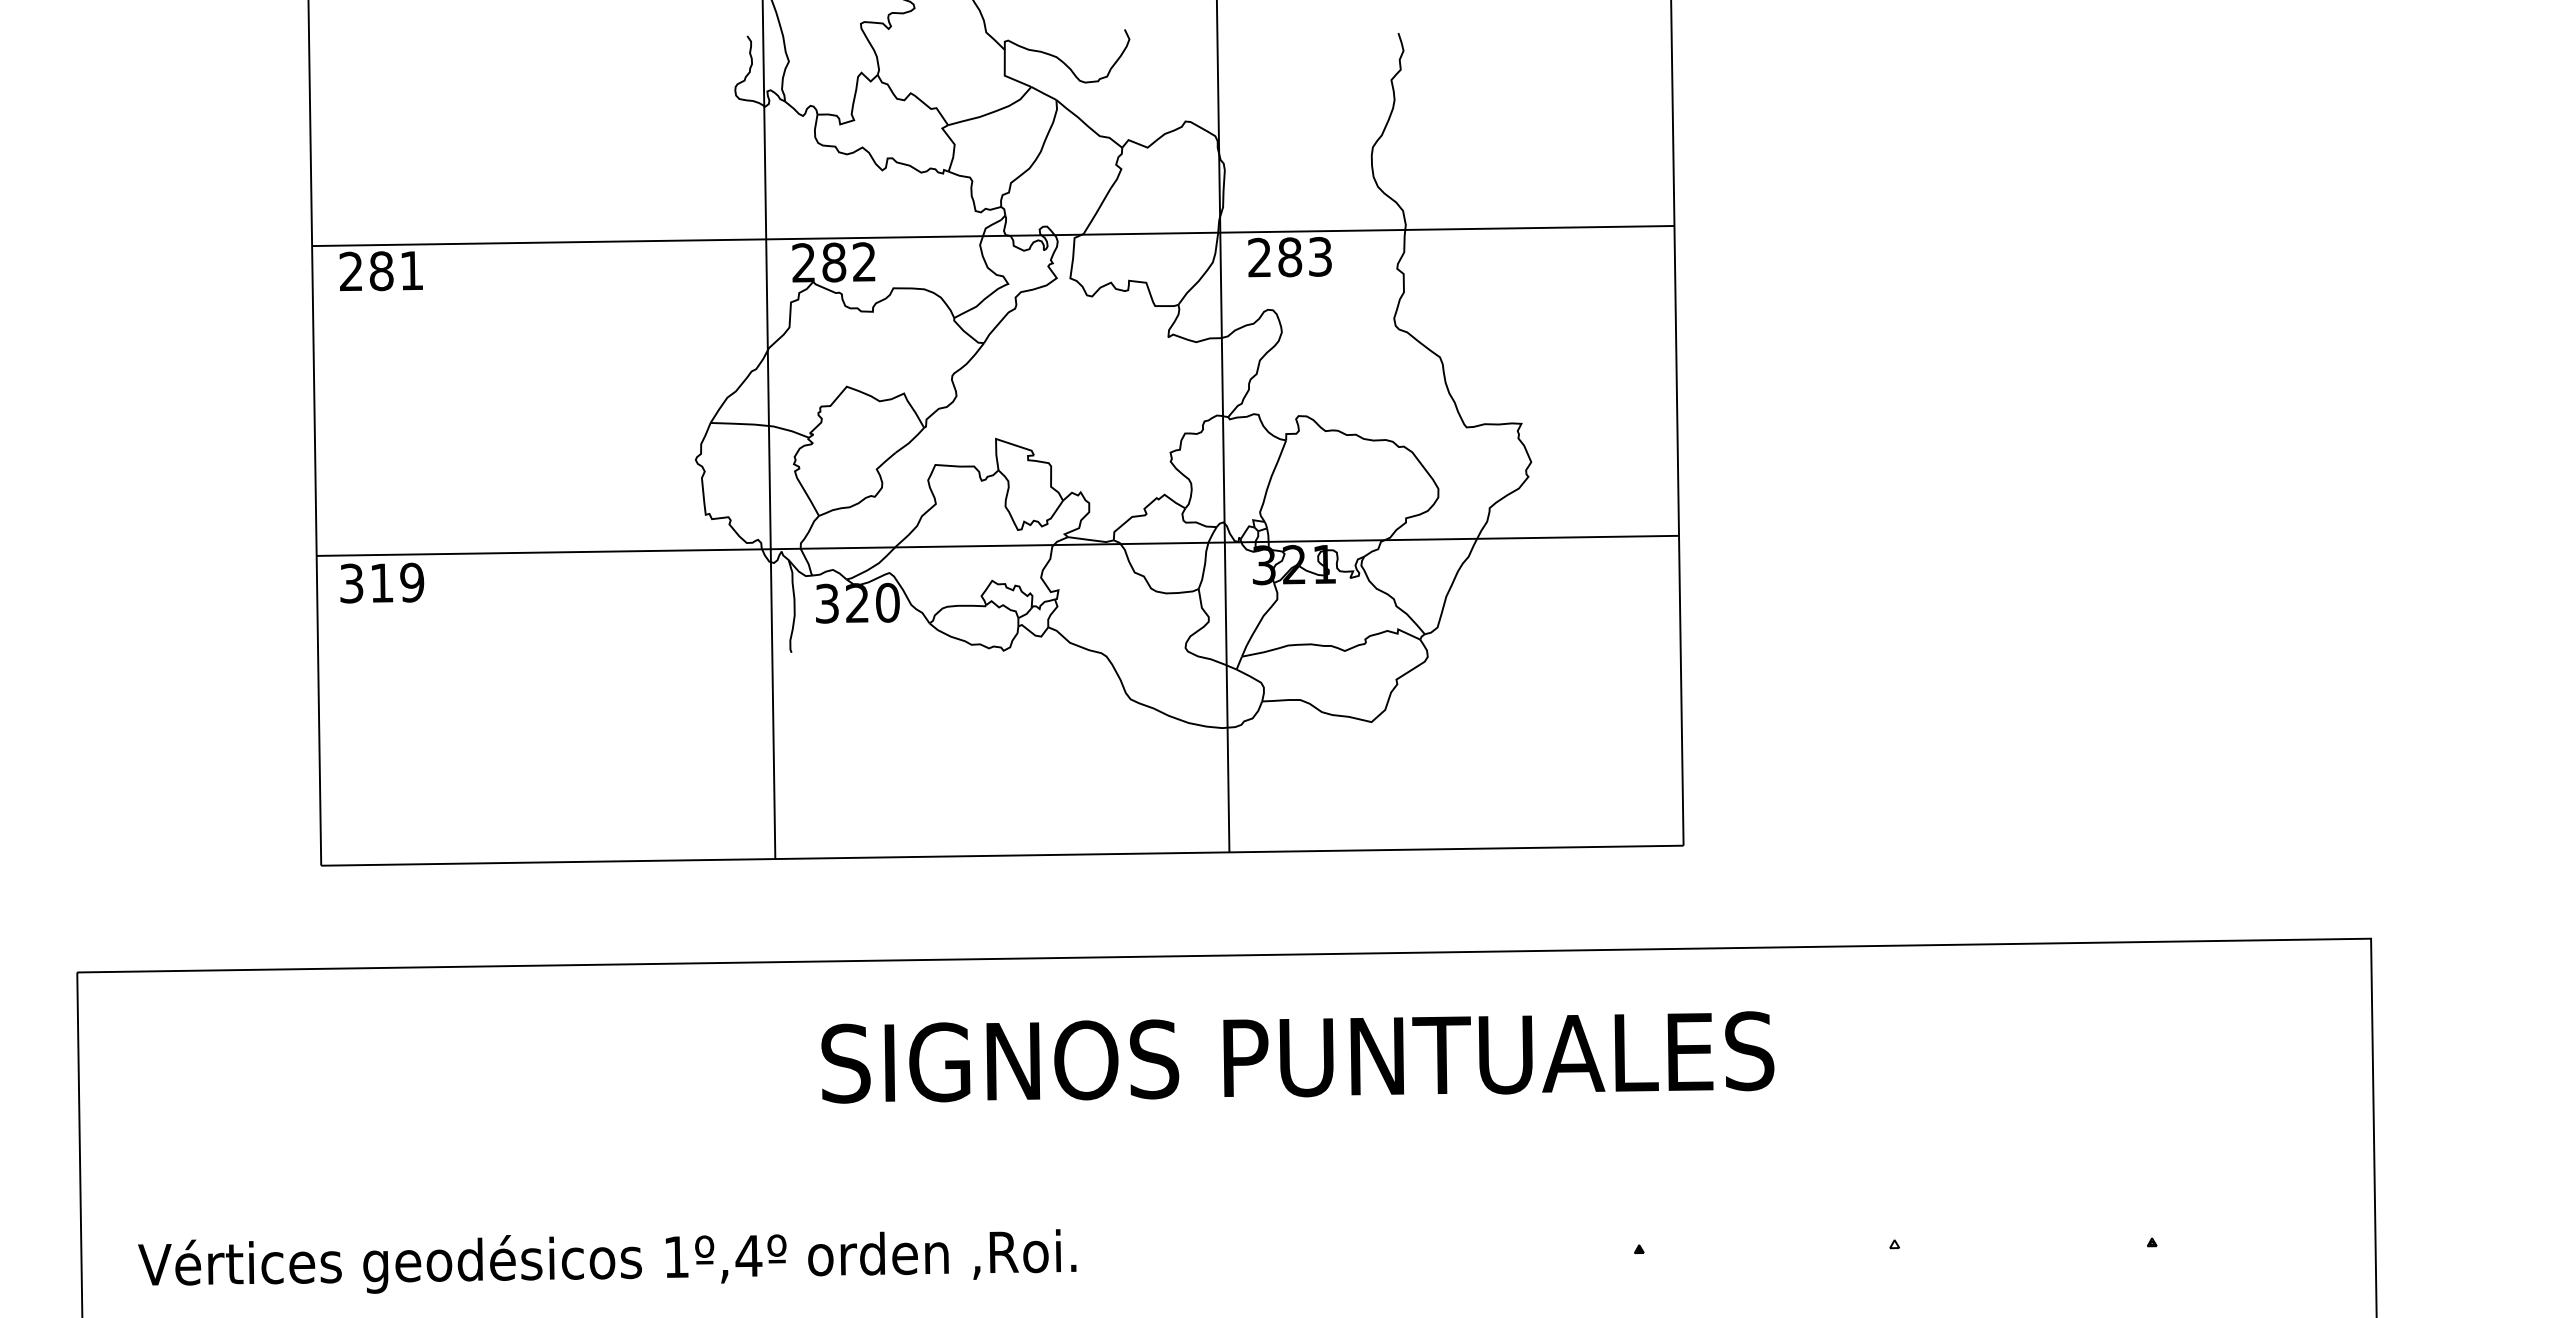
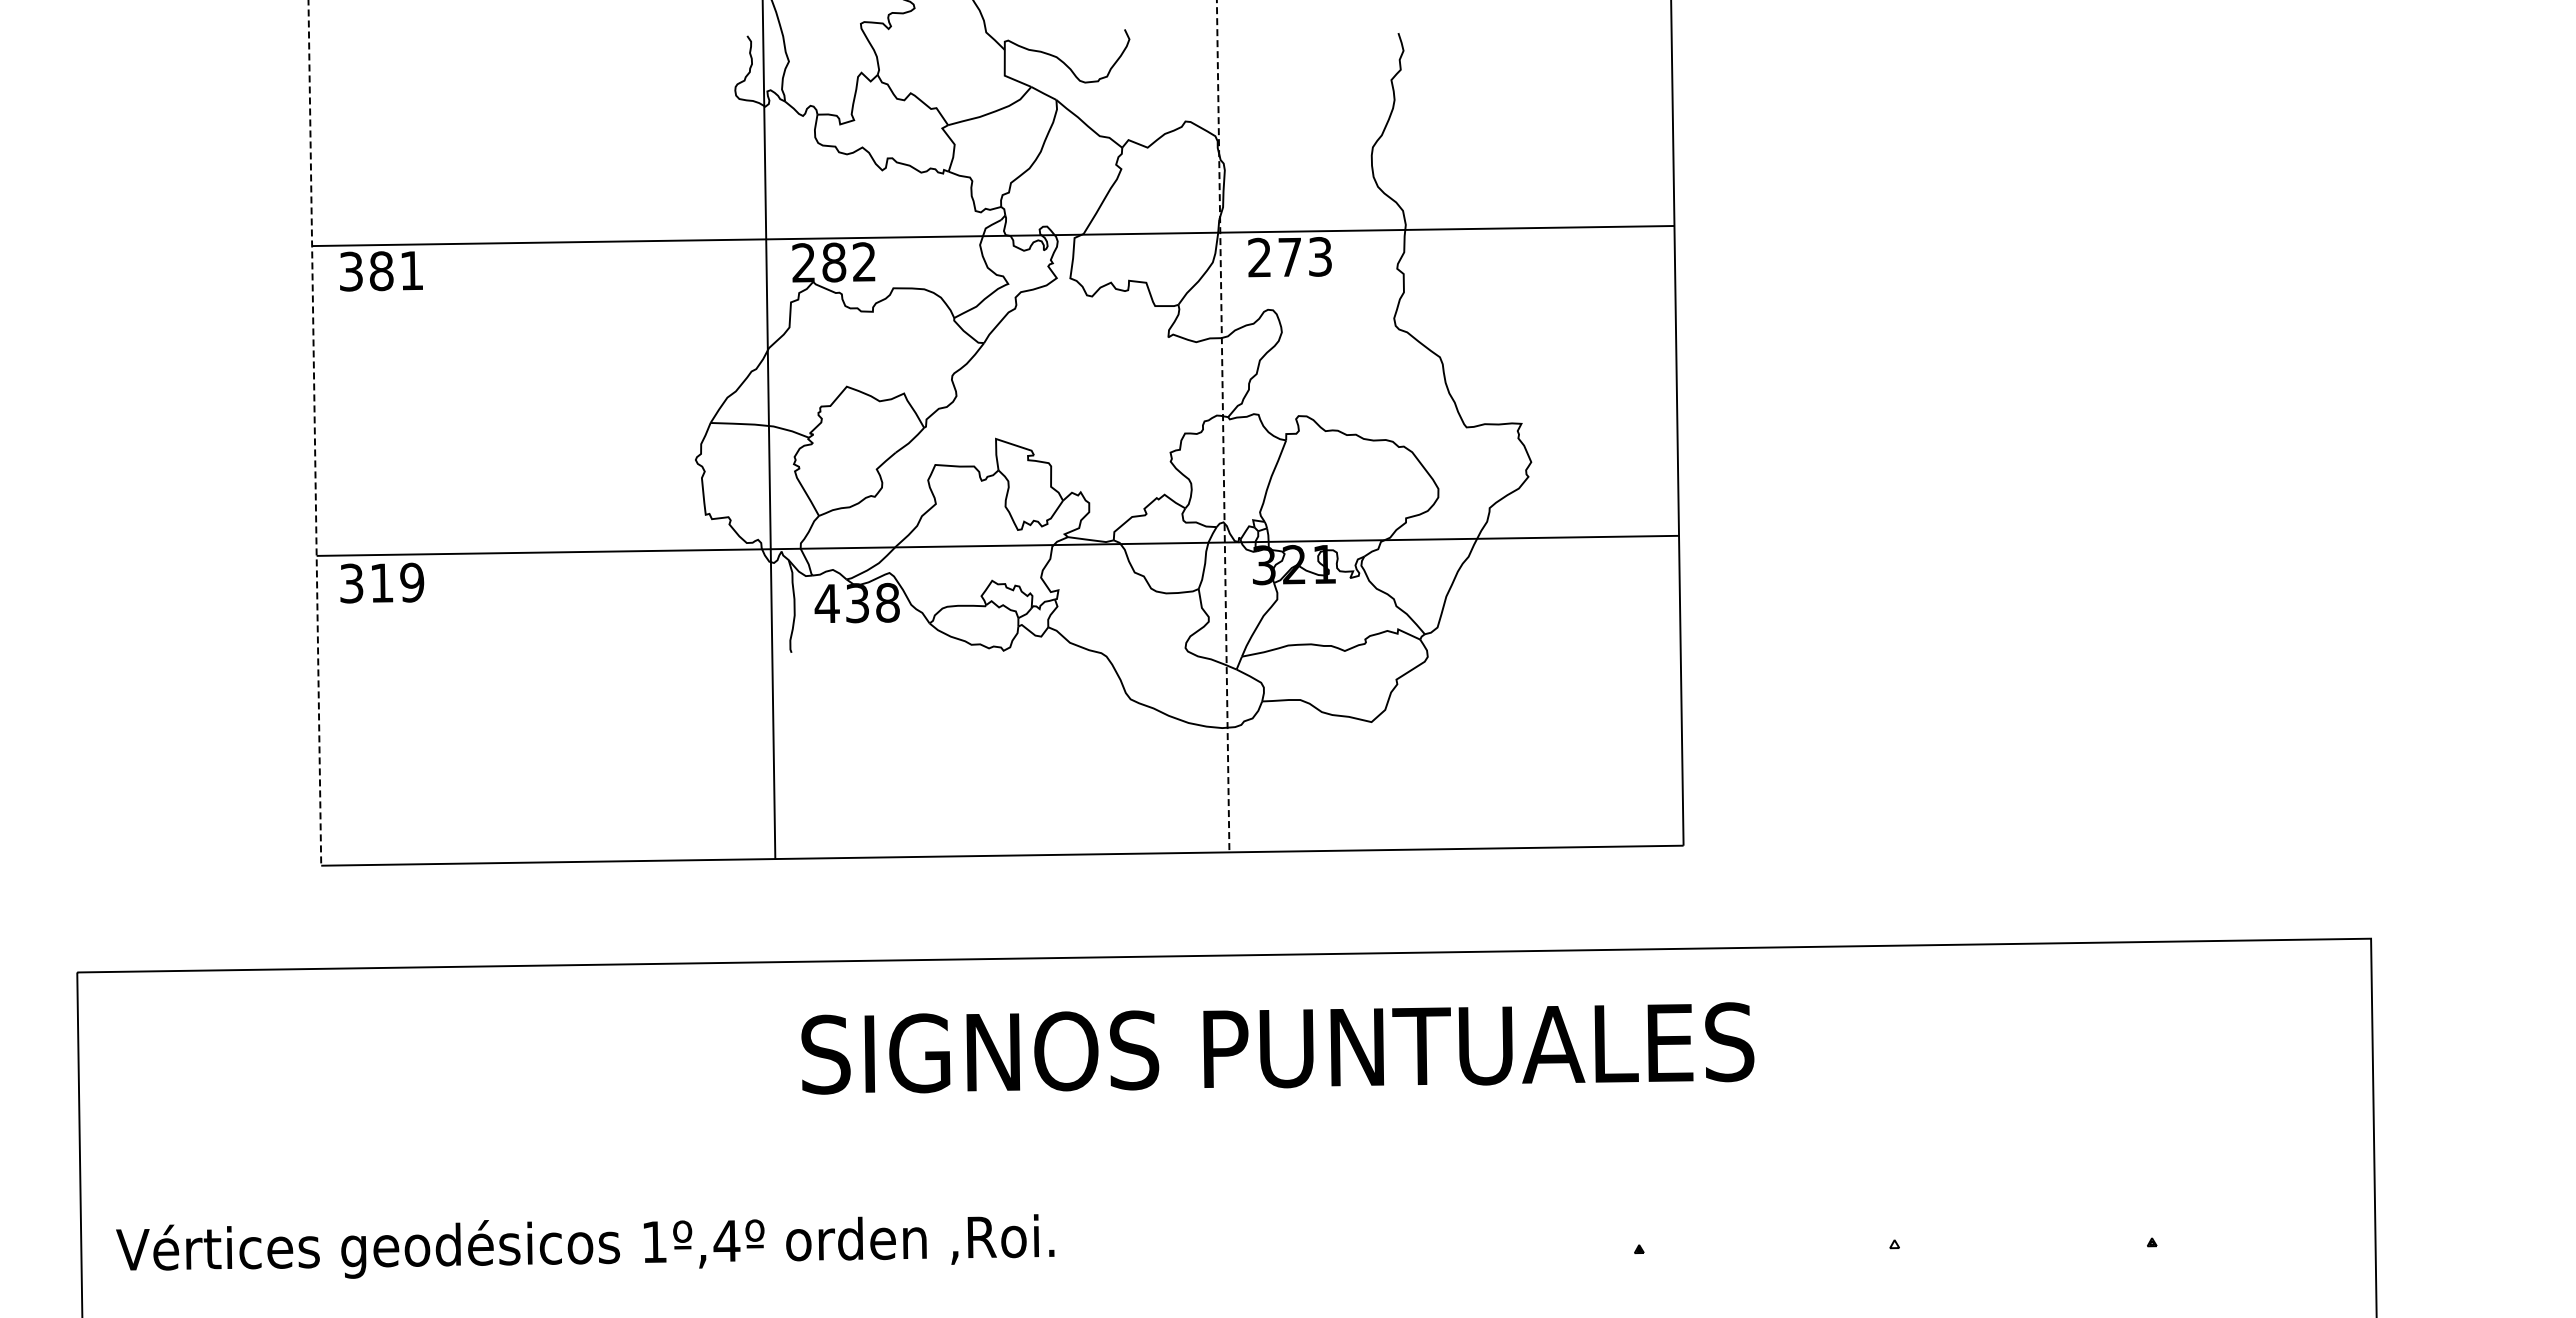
text at (1290, 257): 283 -> 273
text at (350, 271): 281 -> 381
line at (1223, 426): solid -> dashed
line at (314, 432): solid -> dashed
text at (856, 603): 320 -> 438
text at (1297, 1057) position: (1297, 1057) -> (1277, 1048)
text at (607, 1261) position: (607, 1261) -> (585, 1246)
